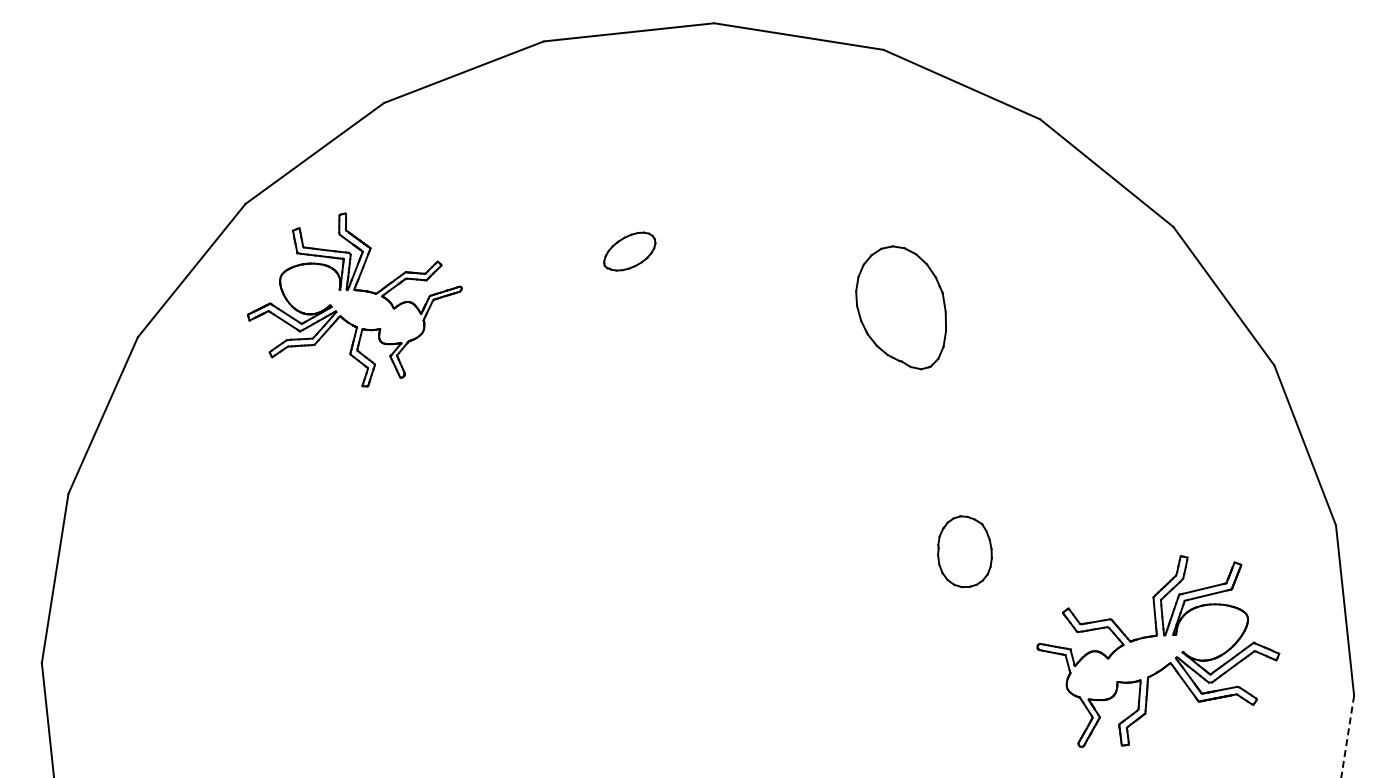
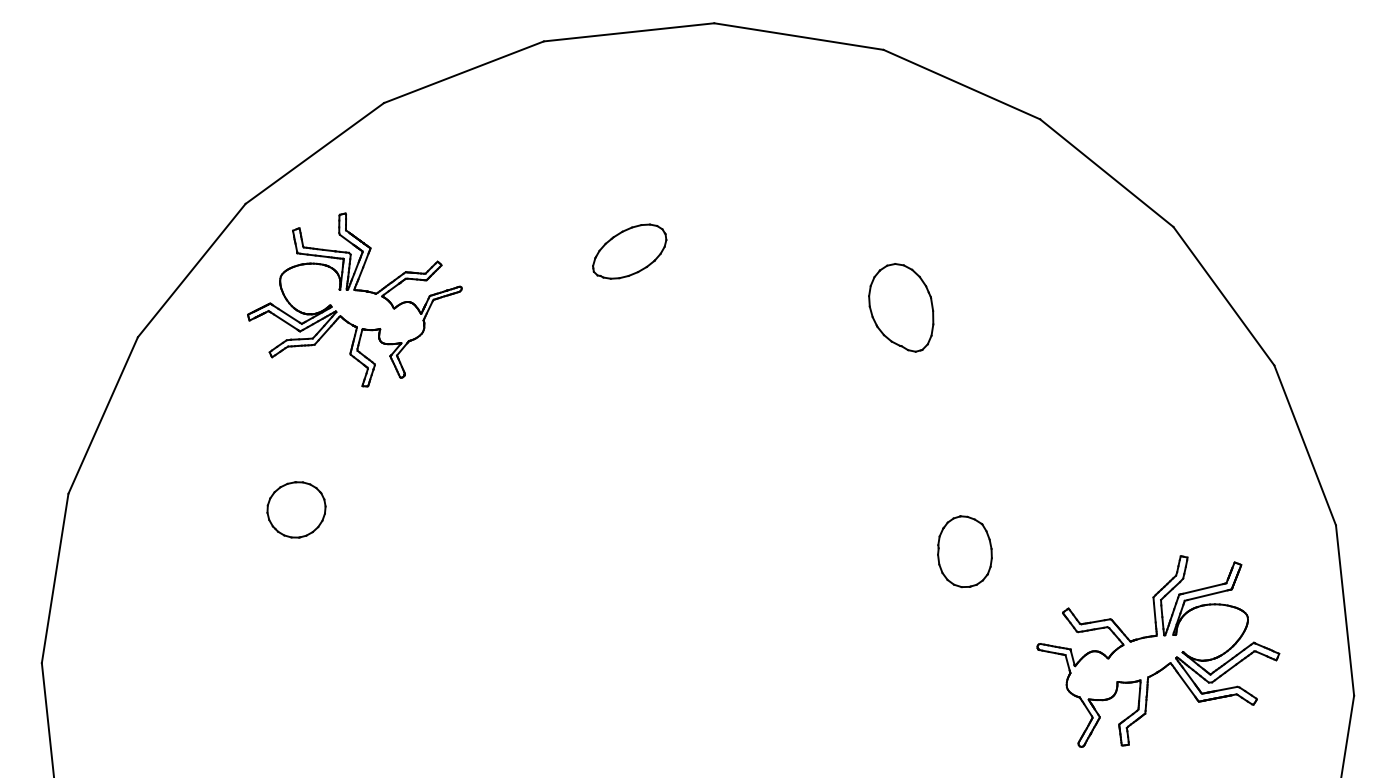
part at (629, 251) size: 54x41 px -> 76x57 px
part at (900, 307) size: 92x126 px -> 67x90 px
part at (296, 509): none -> present
line at (1347, 737): dashed -> solid
